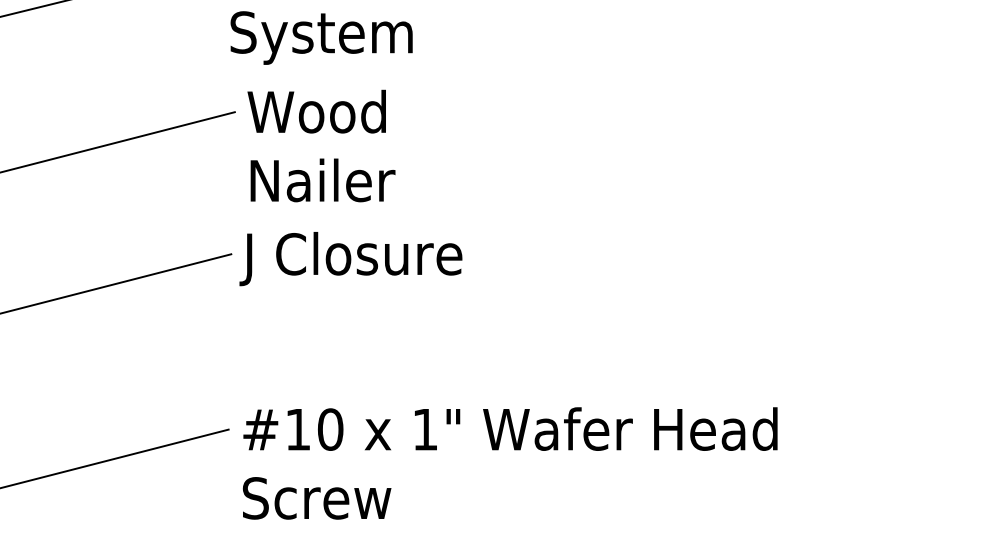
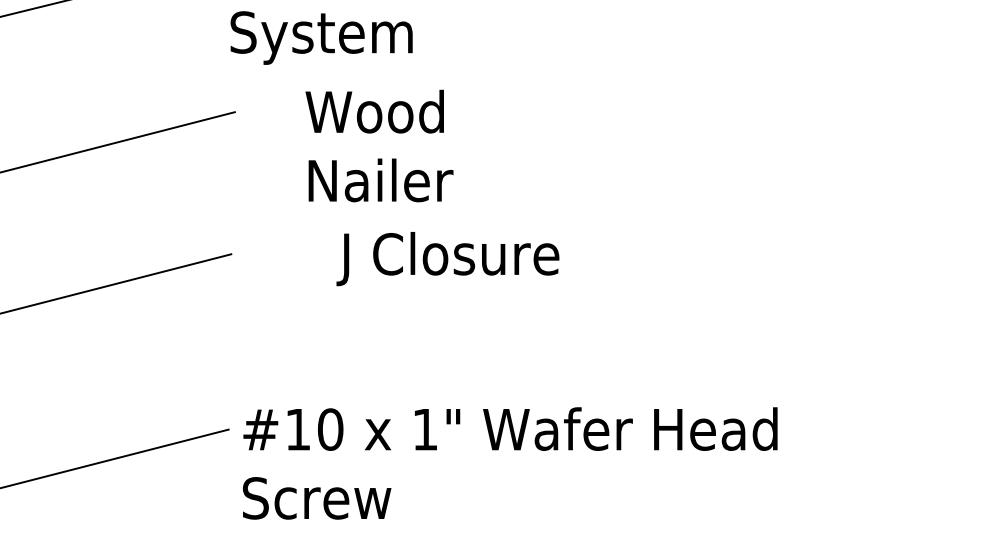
text at (321, 145) position: (321, 145) -> (379, 145)
text at (350, 259) position: (350, 259) -> (447, 259)
